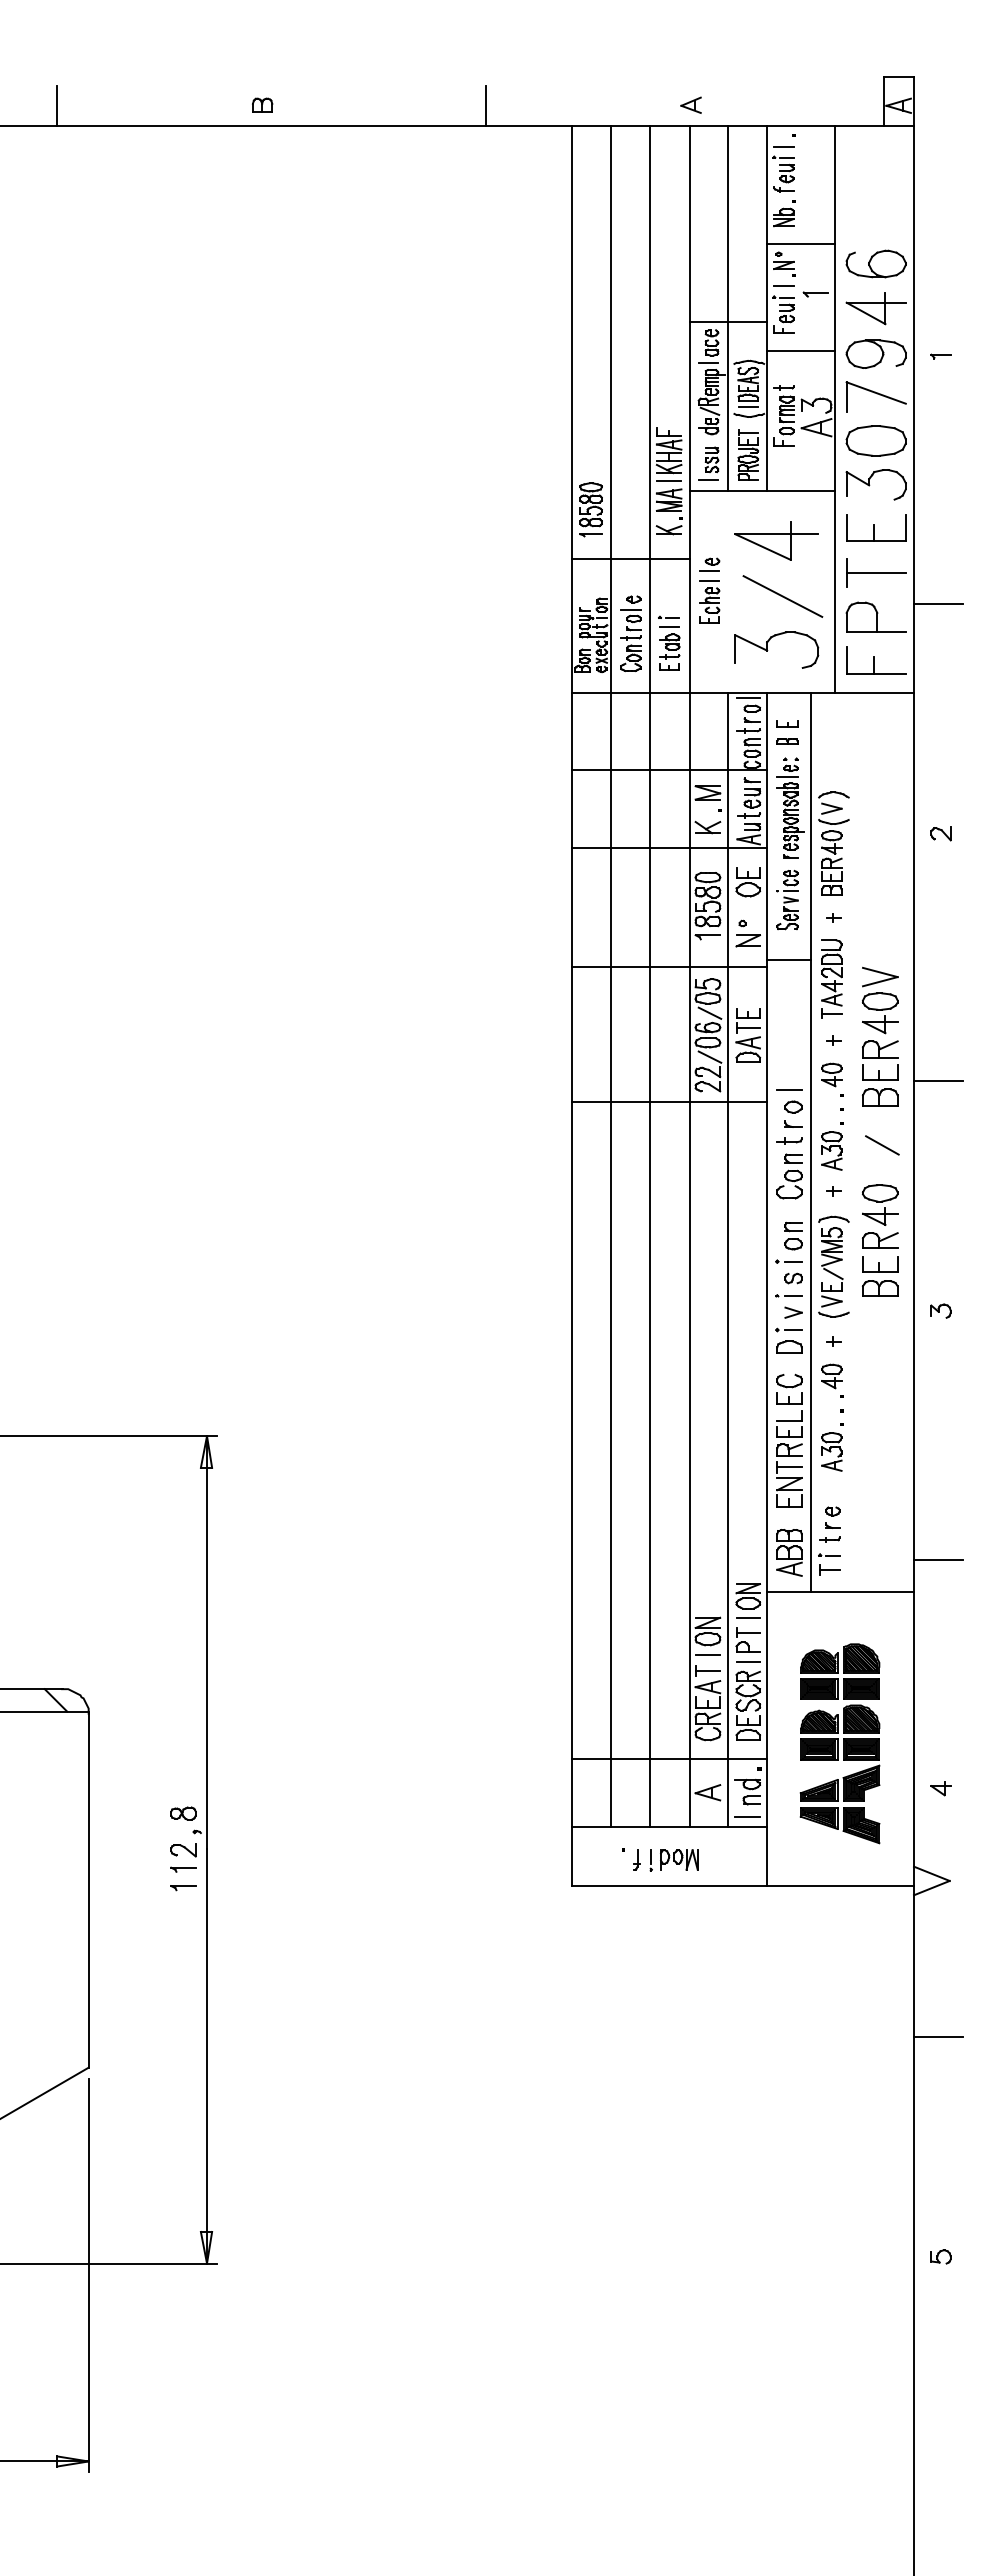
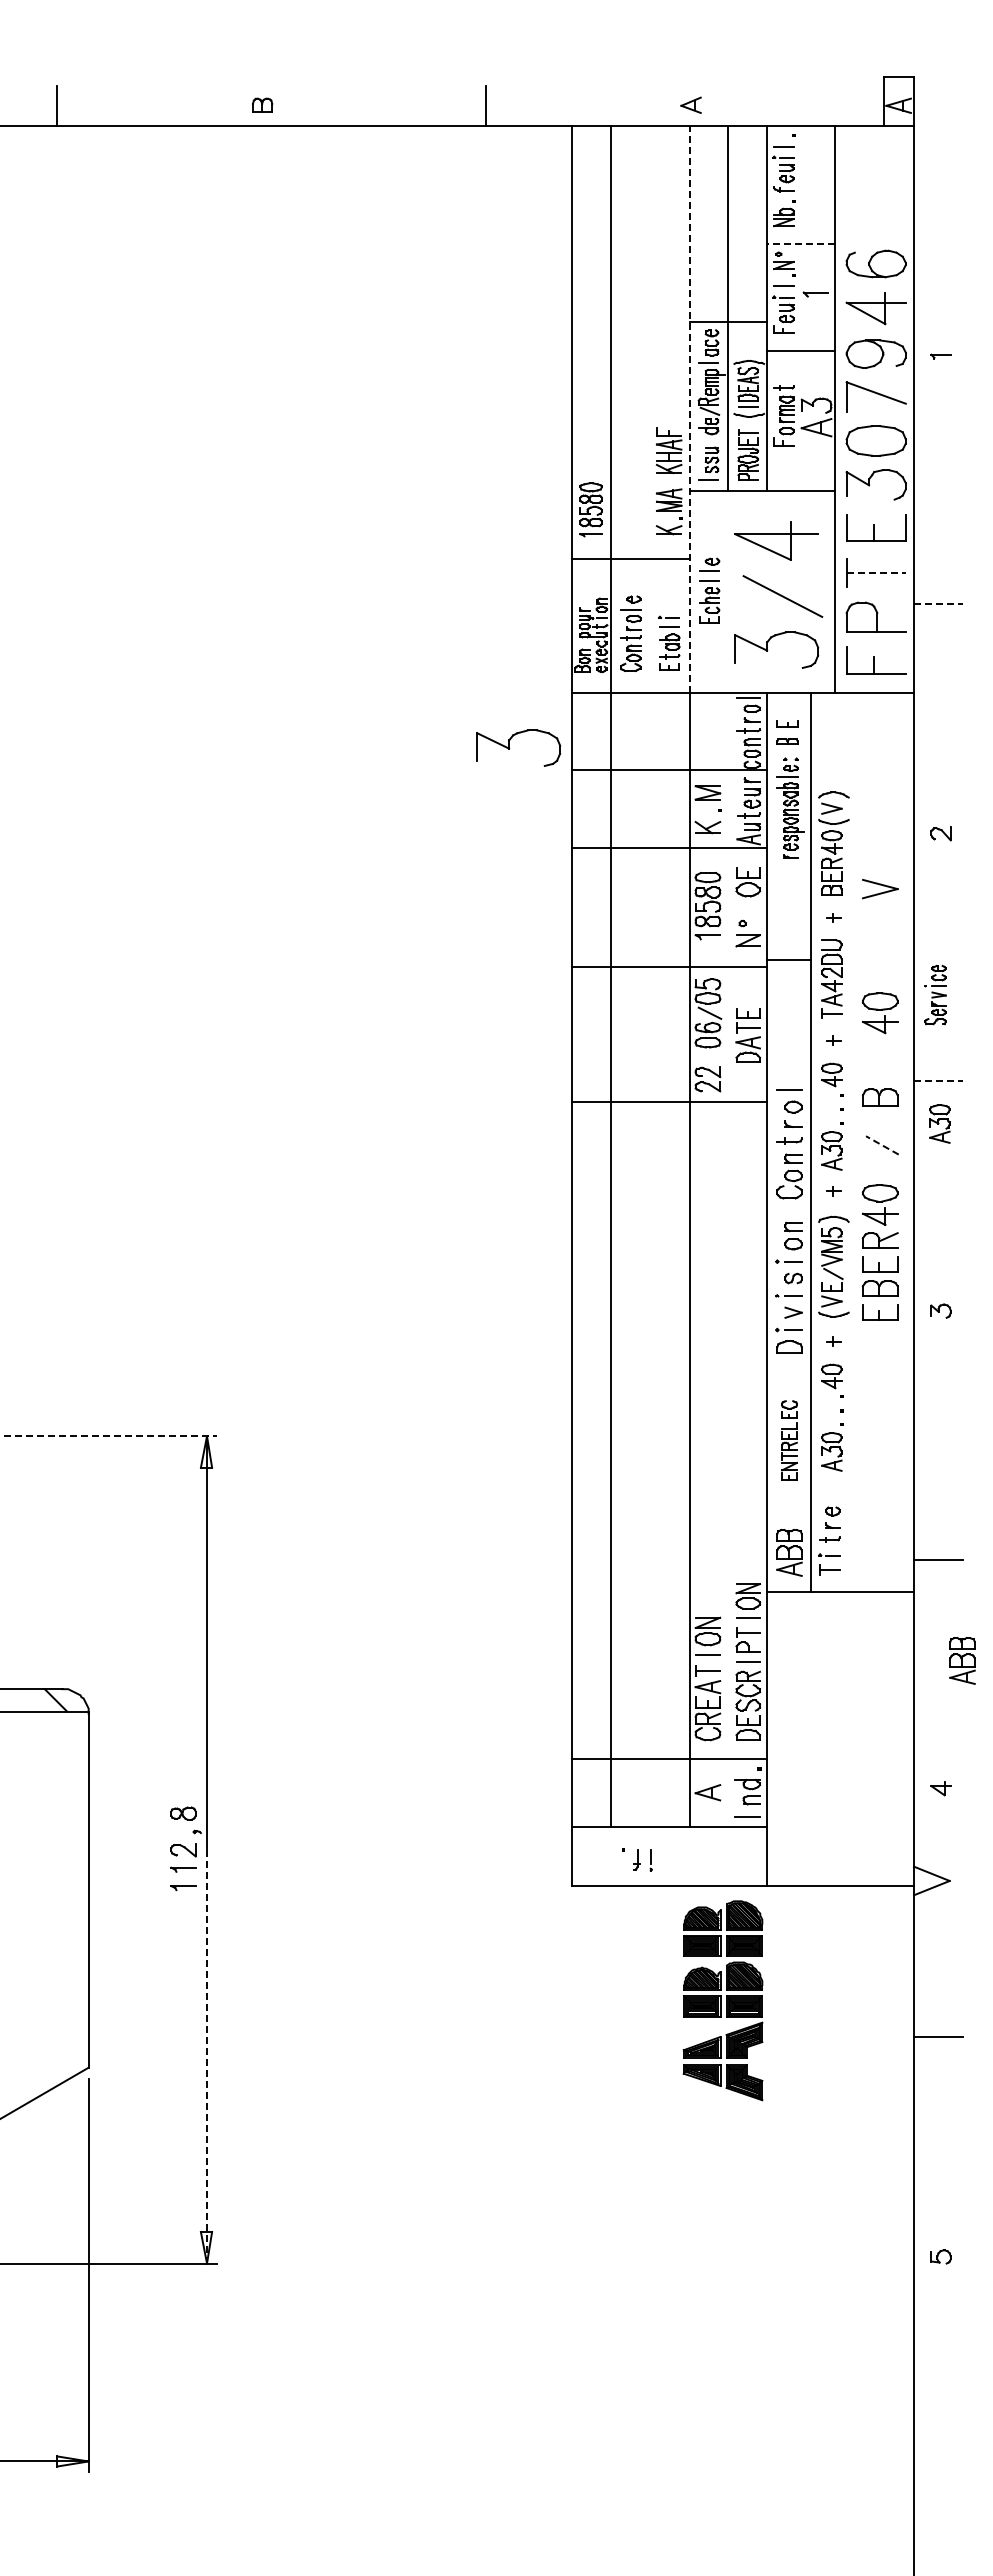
line at (800, 243): solid -> dashed
line at (689, 409): solid -> dashed
line at (668, 481): present -> none
line at (876, 573): solid -> dashed
line at (939, 603): solid -> dashed
part at (510, 748): none -> present
part at (787, 900) position: (787, 900) -> (935, 995)
line at (649, 976): present -> none
part at (880, 976) position: (880, 976) -> (880, 888)
line at (709, 1056): present -> none
part at (880, 1060): present -> none
line at (939, 1081): solid -> dashed
part at (939, 1123): none -> present
line at (882, 1145): solid -> dashed
line at (728, 1259): present -> none
part at (880, 1312): none -> present
line at (109, 1436): solid -> dashed
part at (789, 1440) size: 27x135 px -> 17x81 px
part at (962, 1660): none -> present
part at (839, 1743) position: (839, 1743) -> (722, 2000)
part at (679, 1859): present -> none
line at (207, 2055): solid -> dashed
